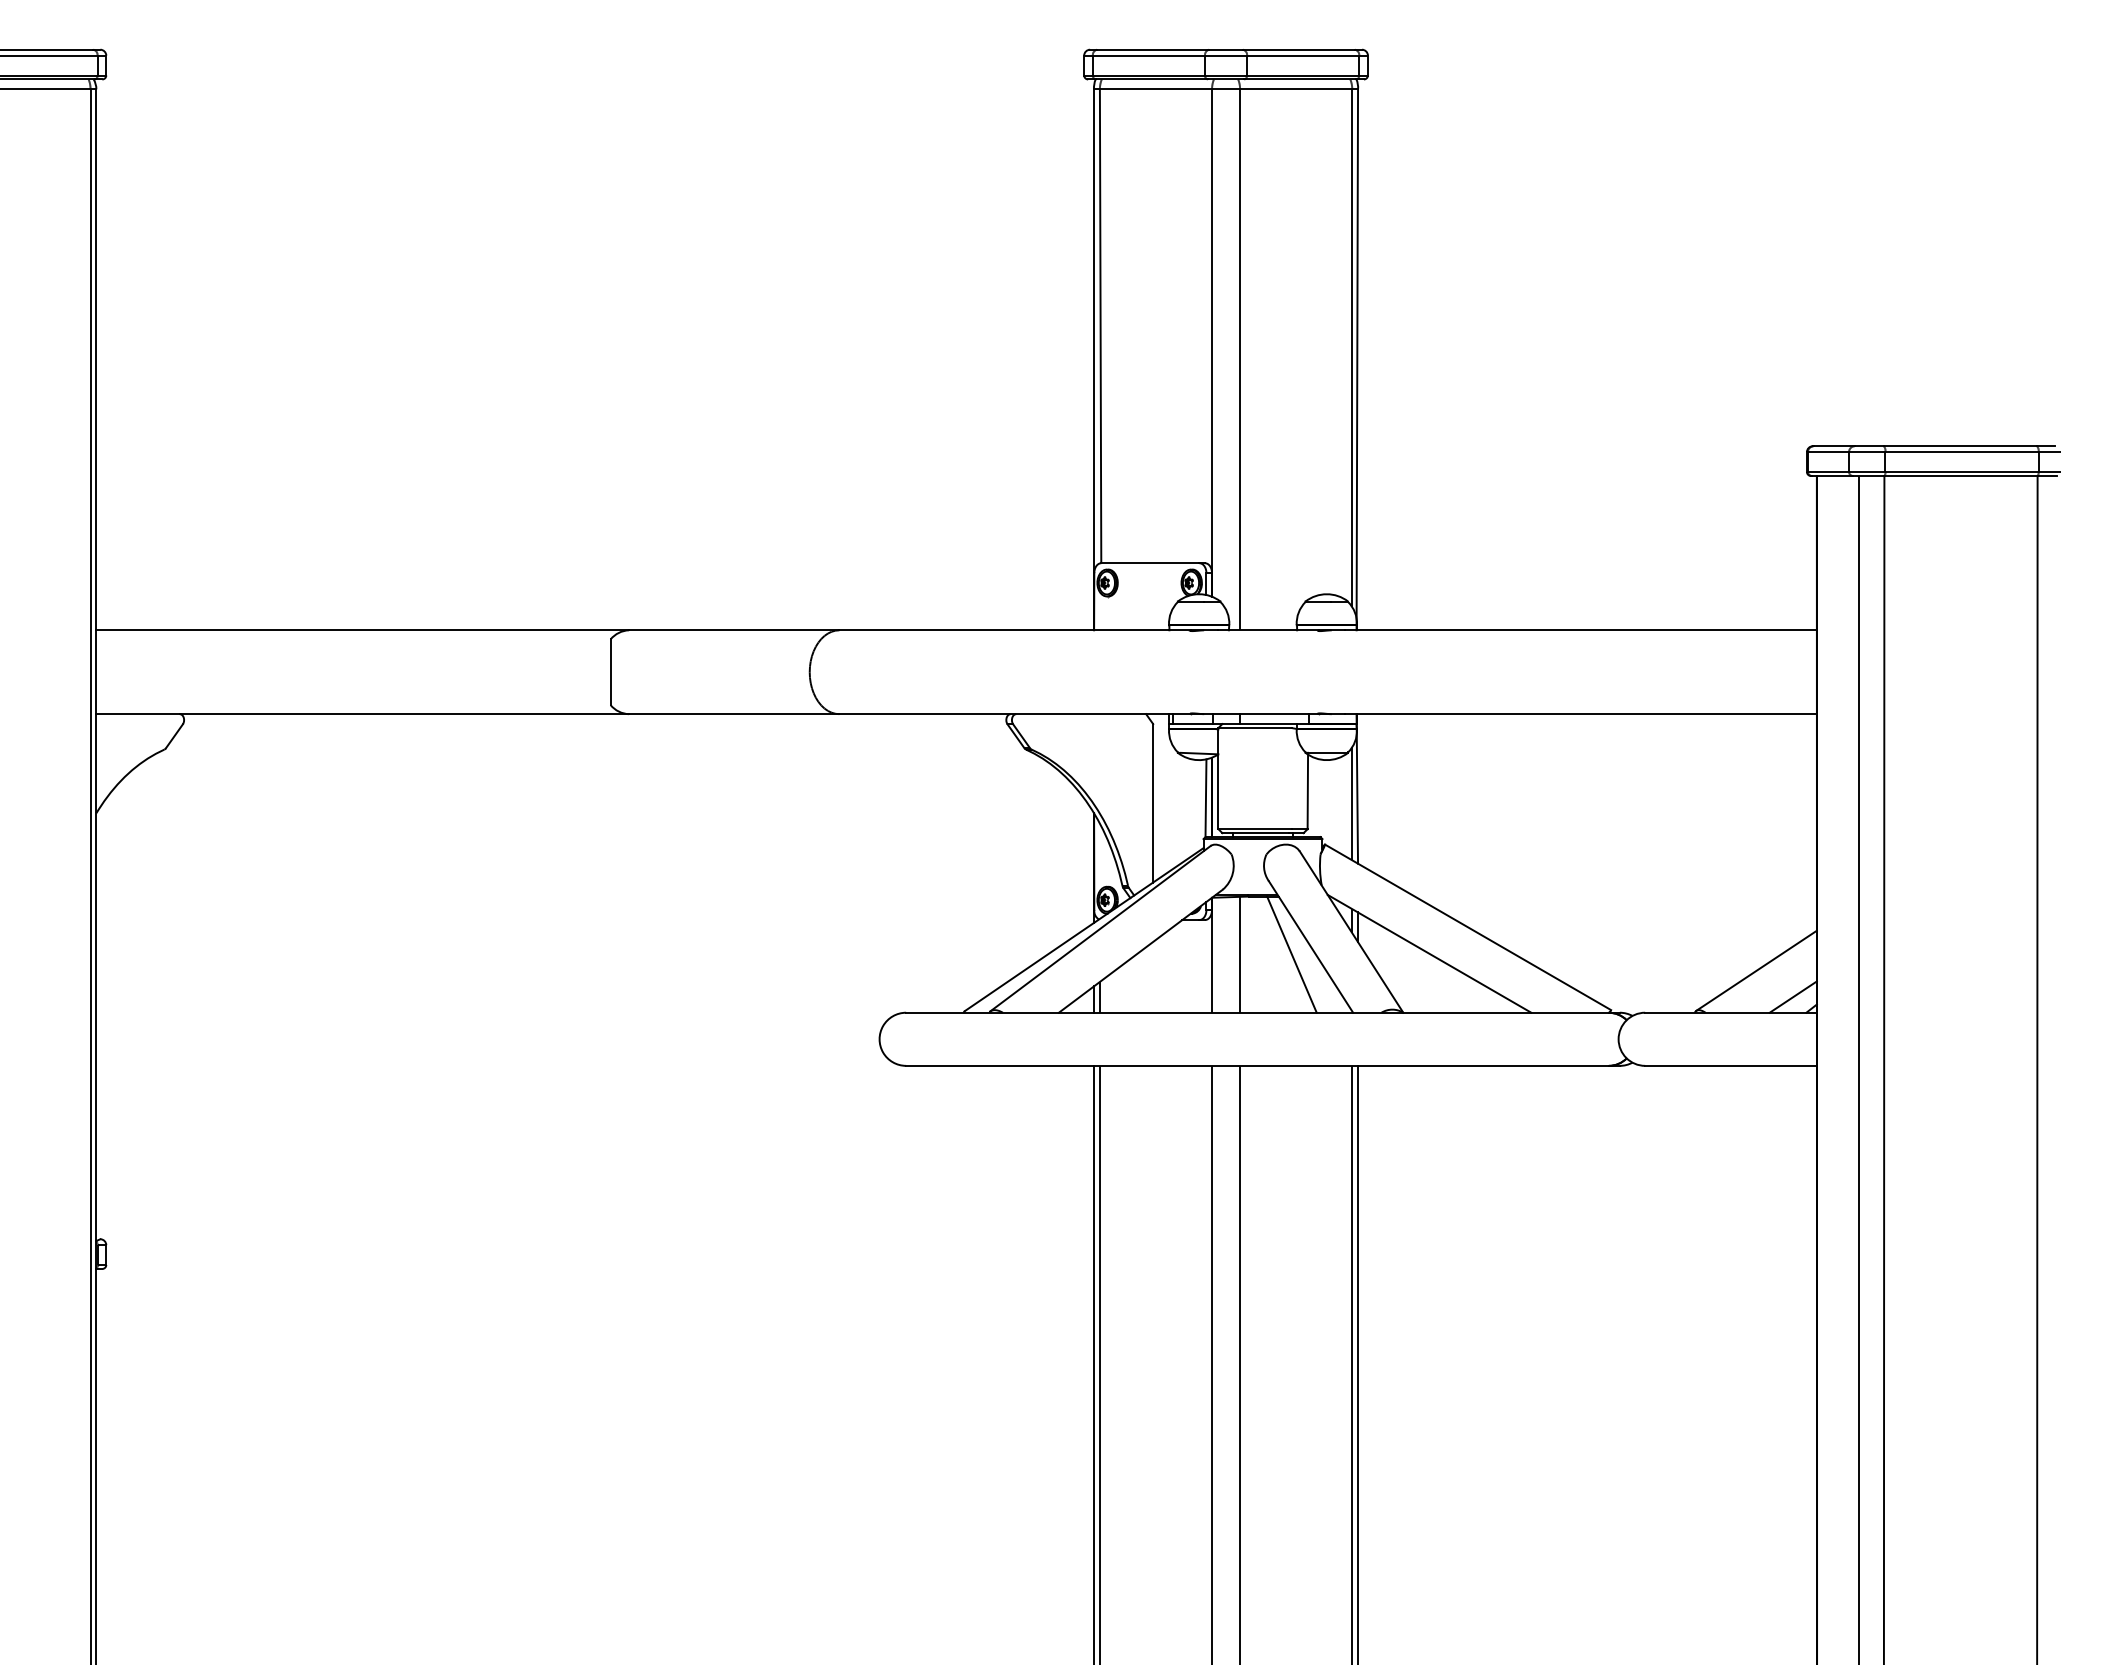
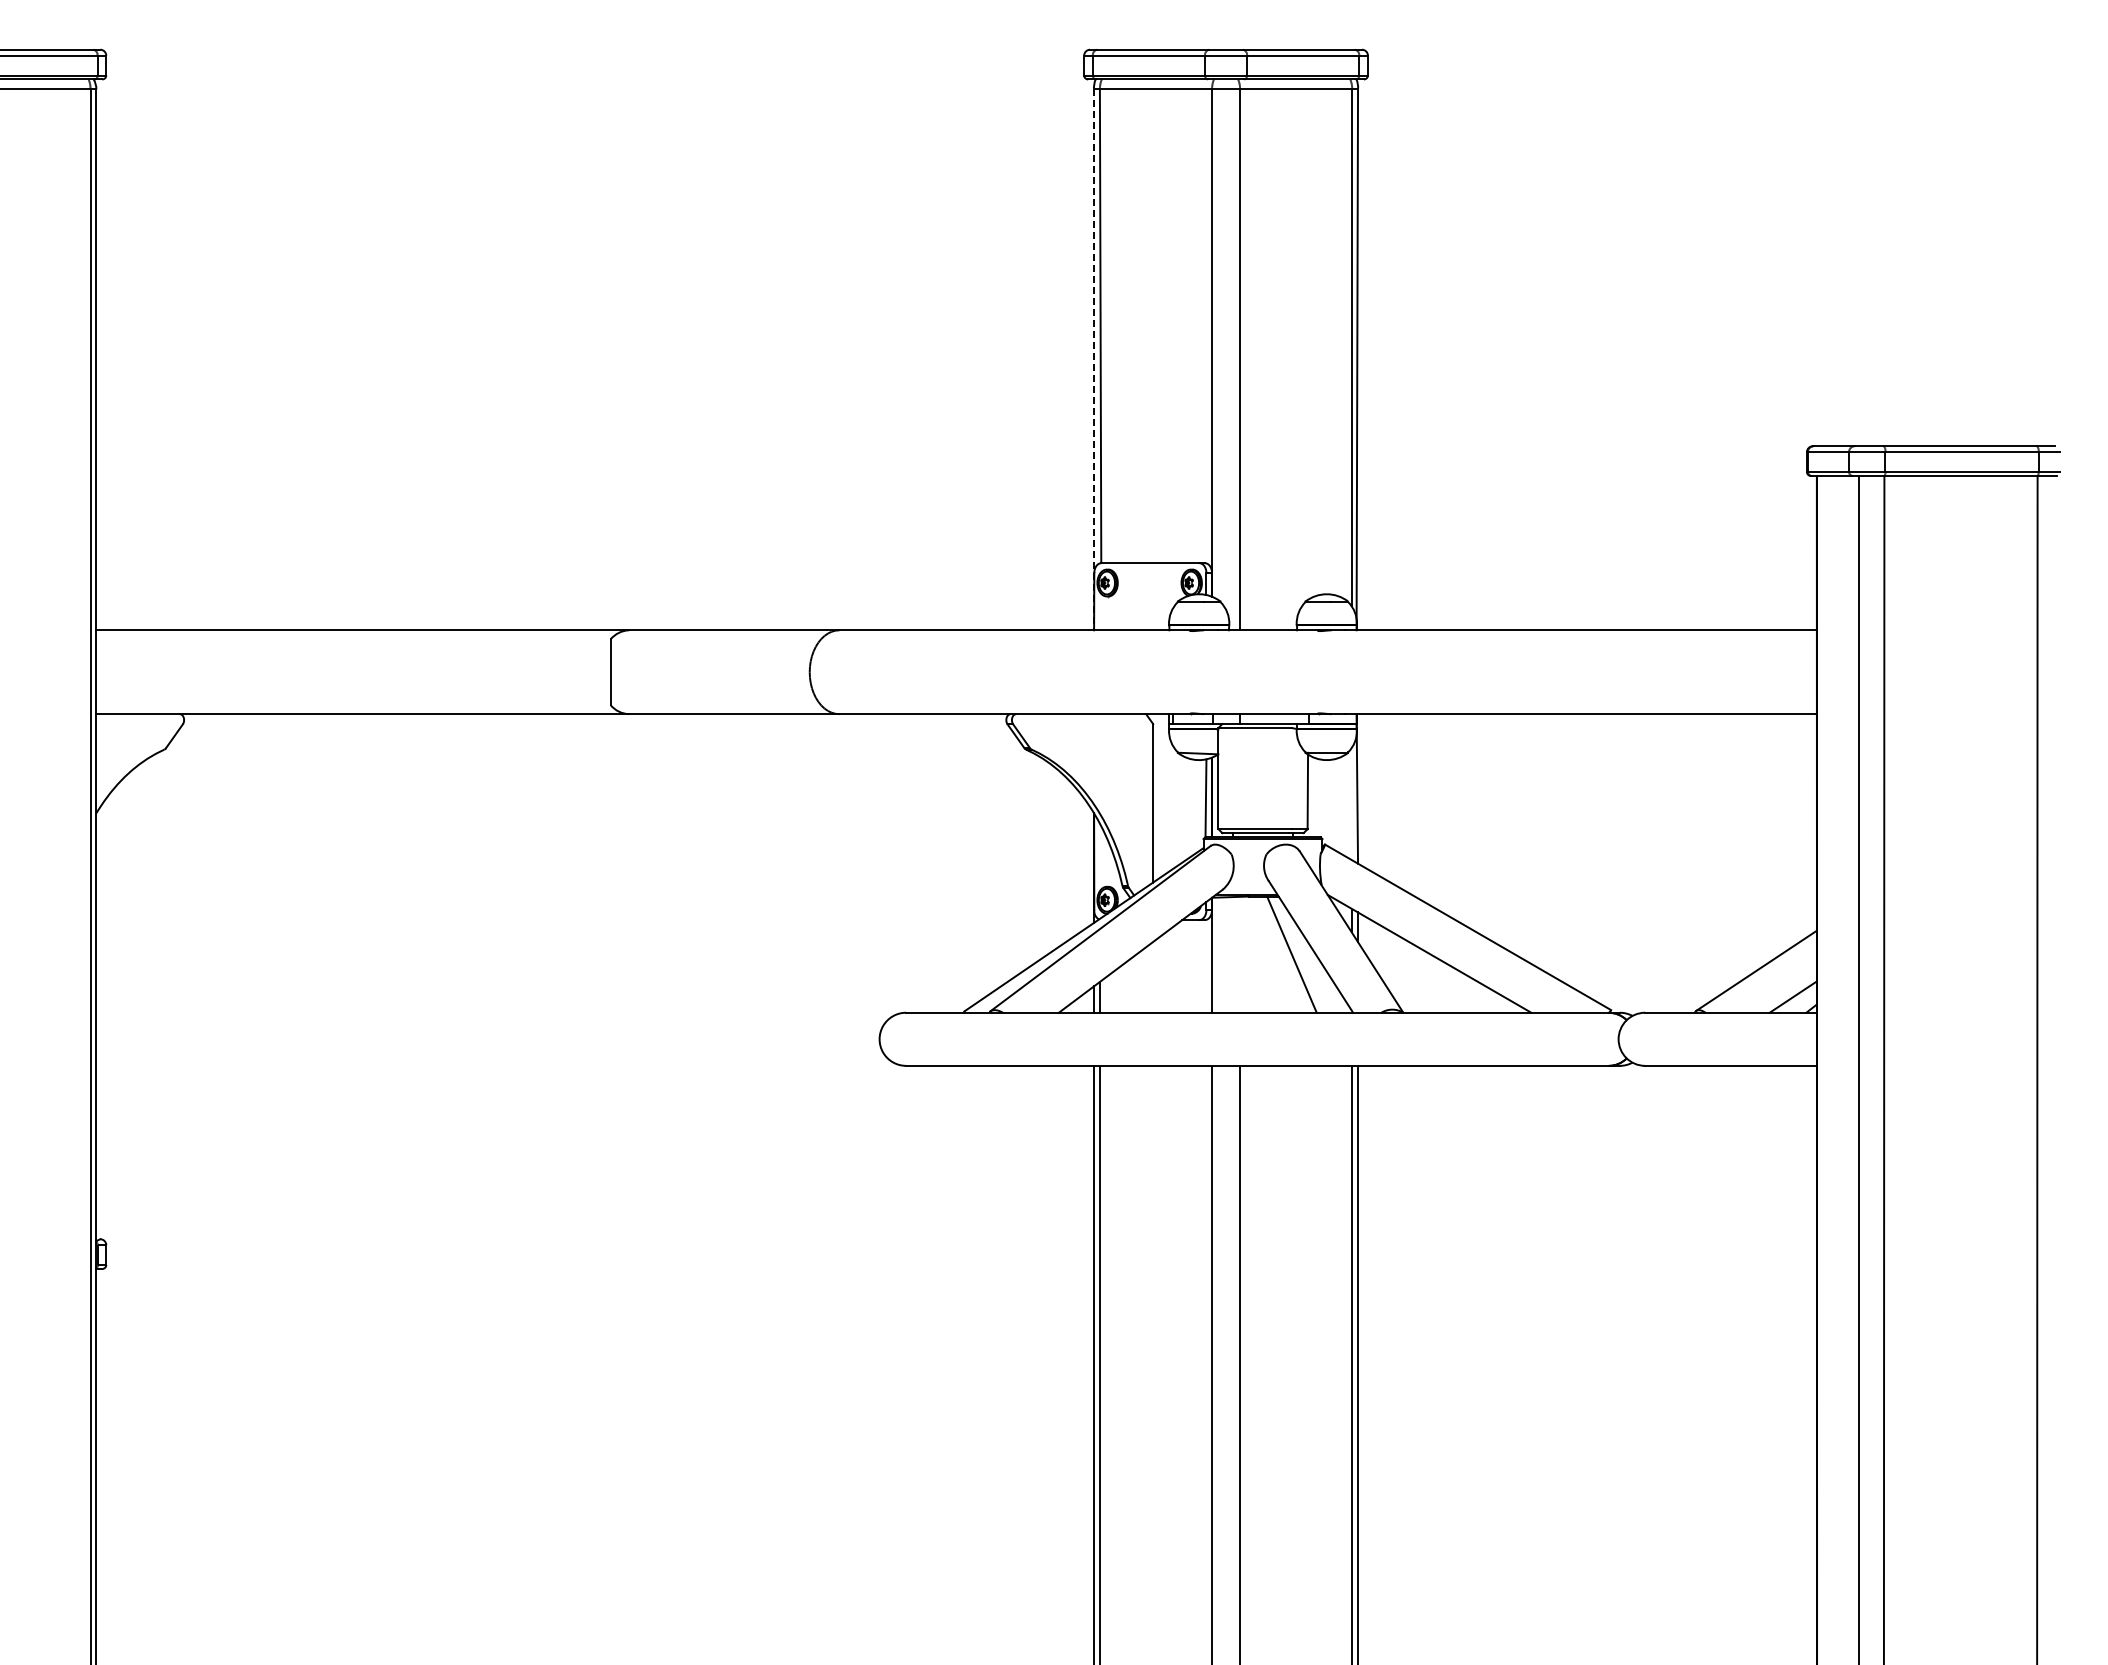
line at (1094, 360): solid -> dashed
line at (1352, 803): present -> none
line at (1240, 954): present -> none
